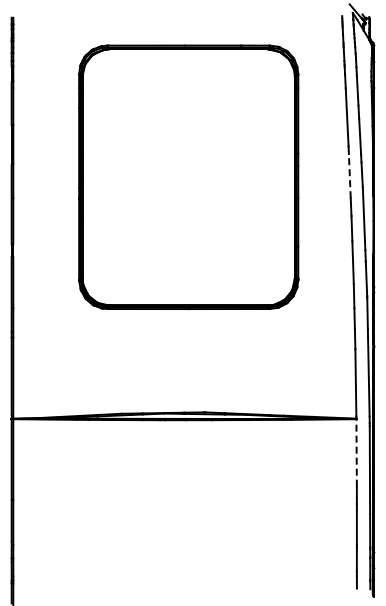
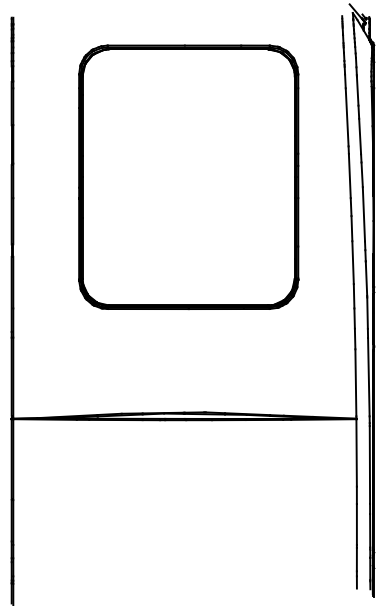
line at (349, 175): dashed -> solid
line at (356, 452): dashed -> solid
